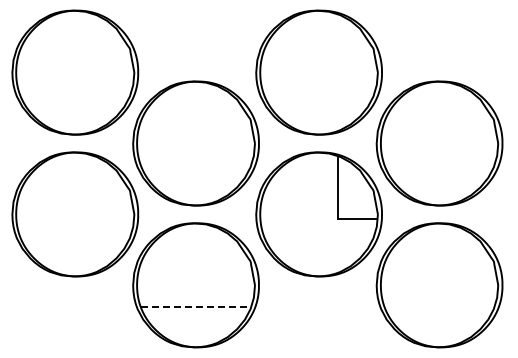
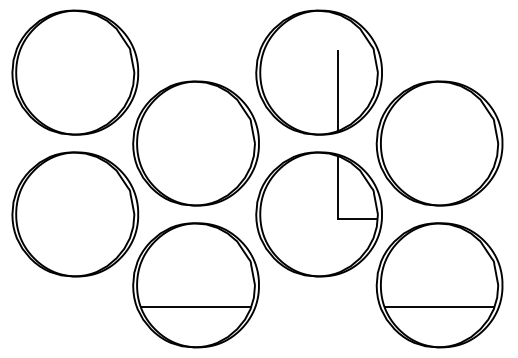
line at (337, 90): none -> present
line at (195, 307): dashed -> solid
line at (439, 307): none -> present
